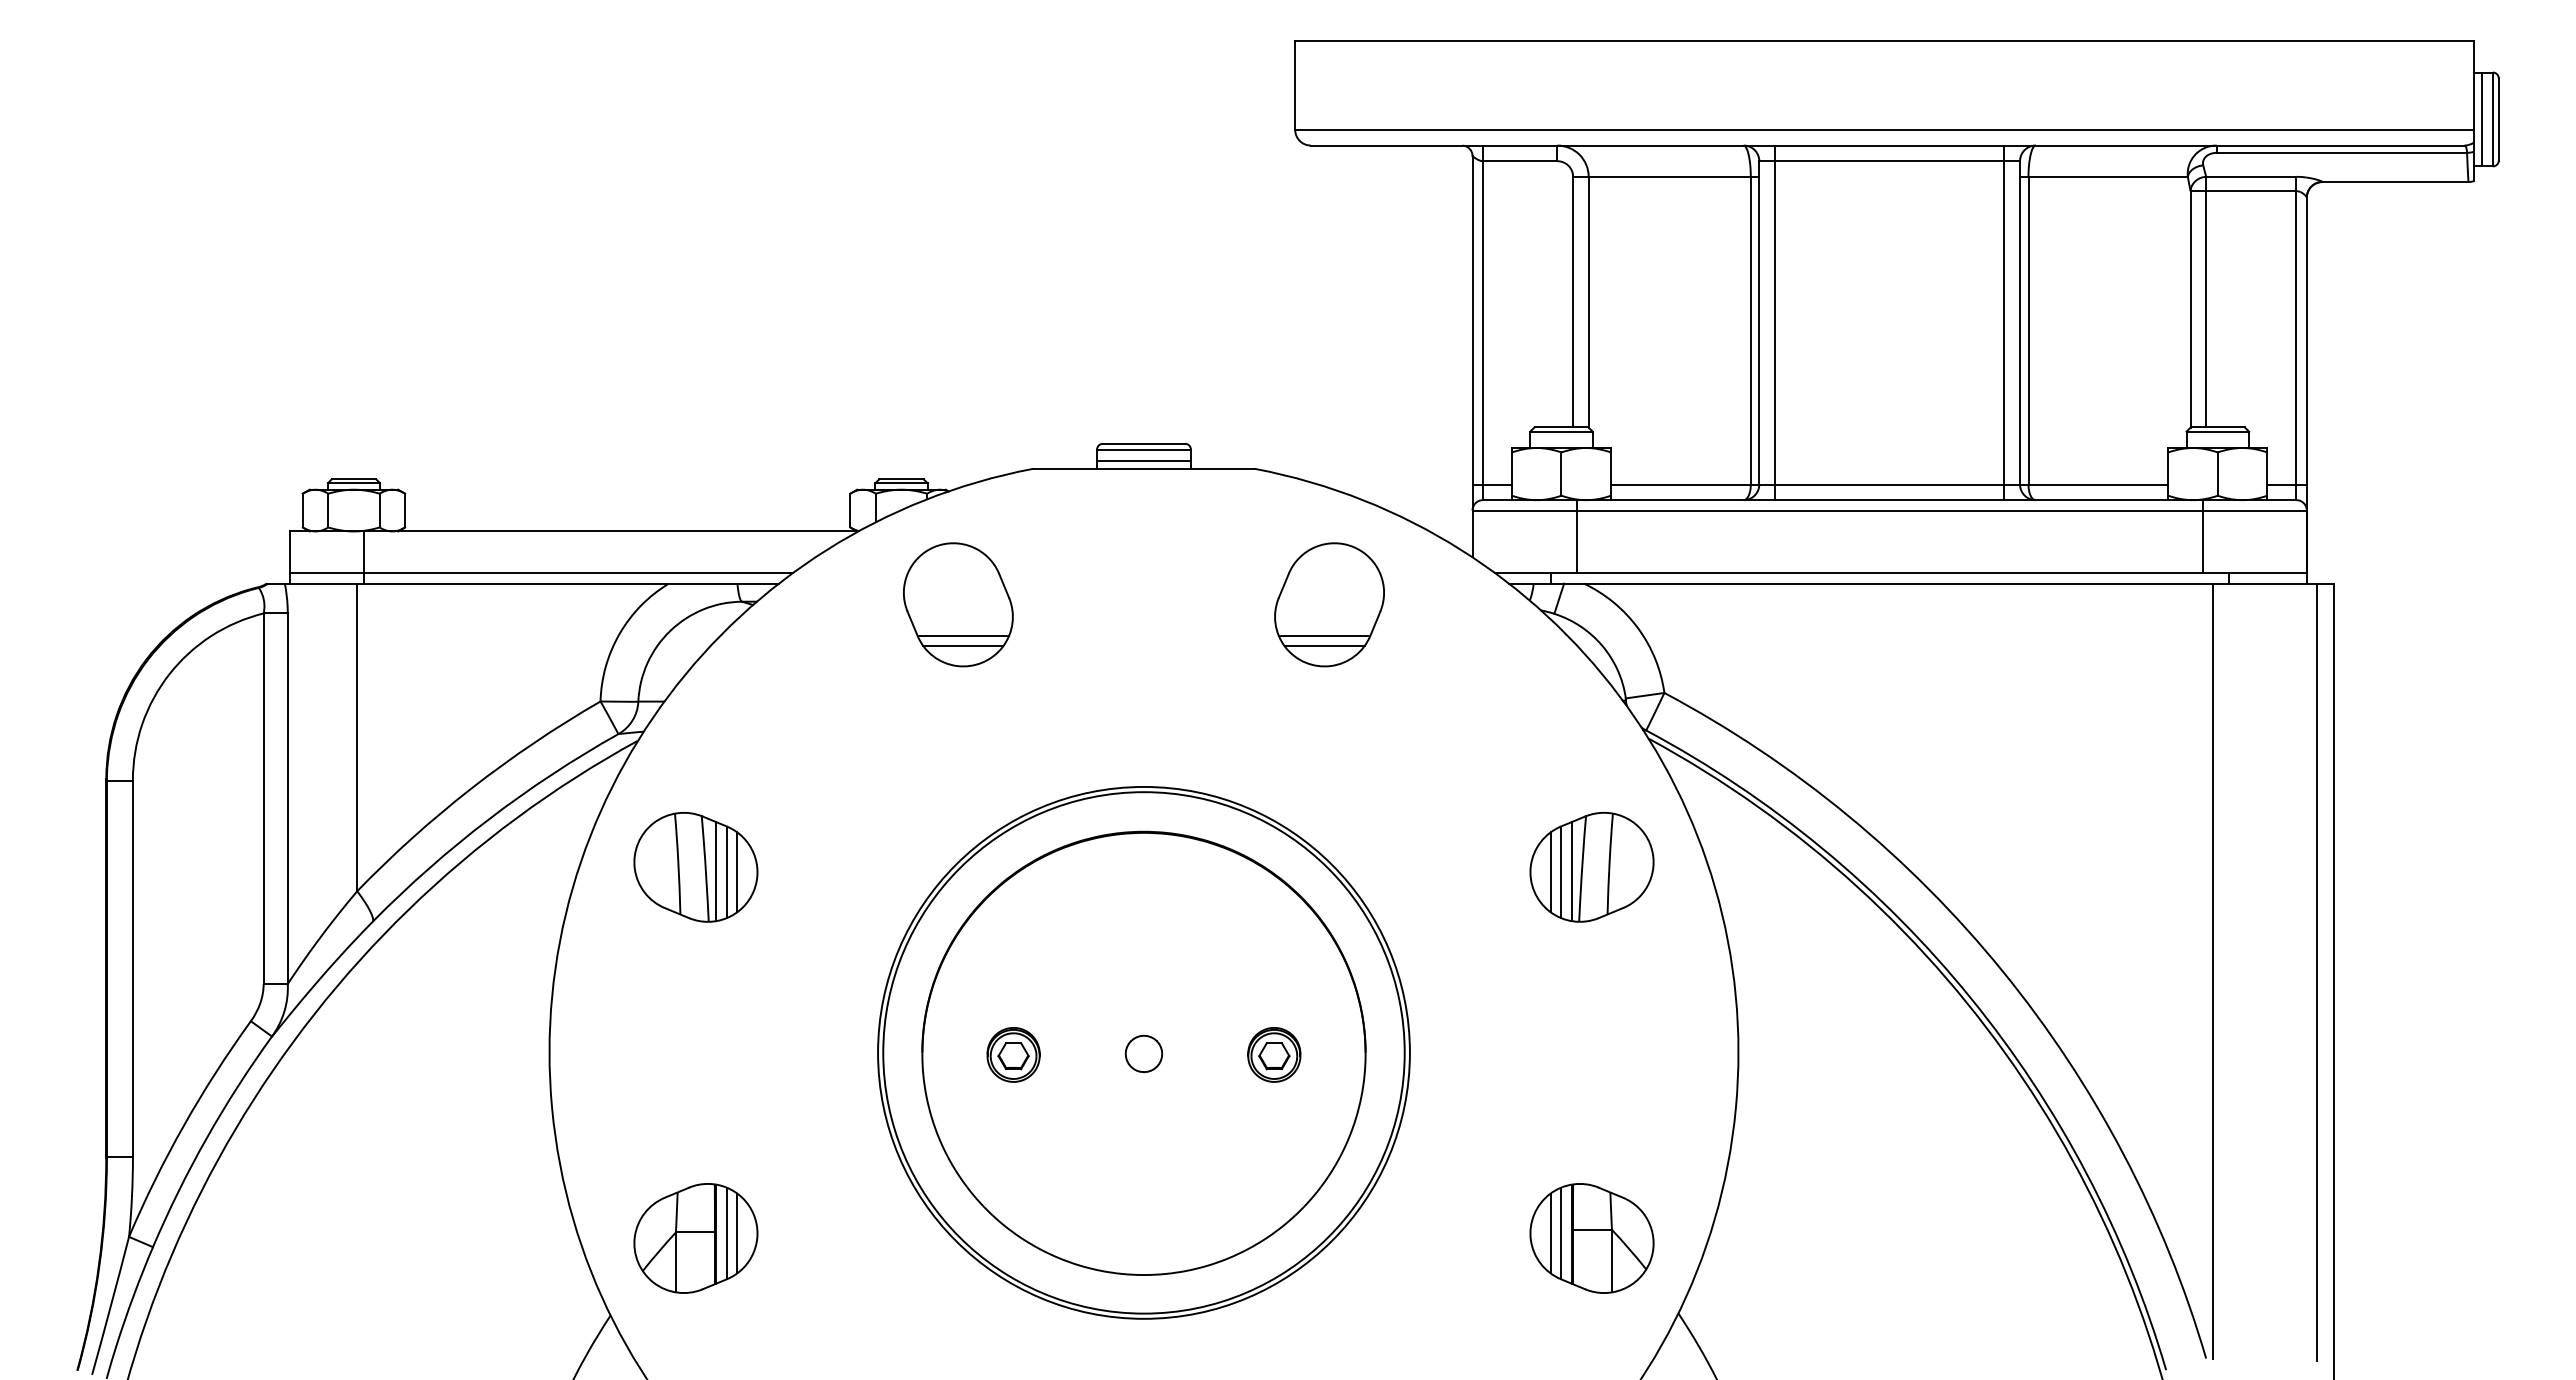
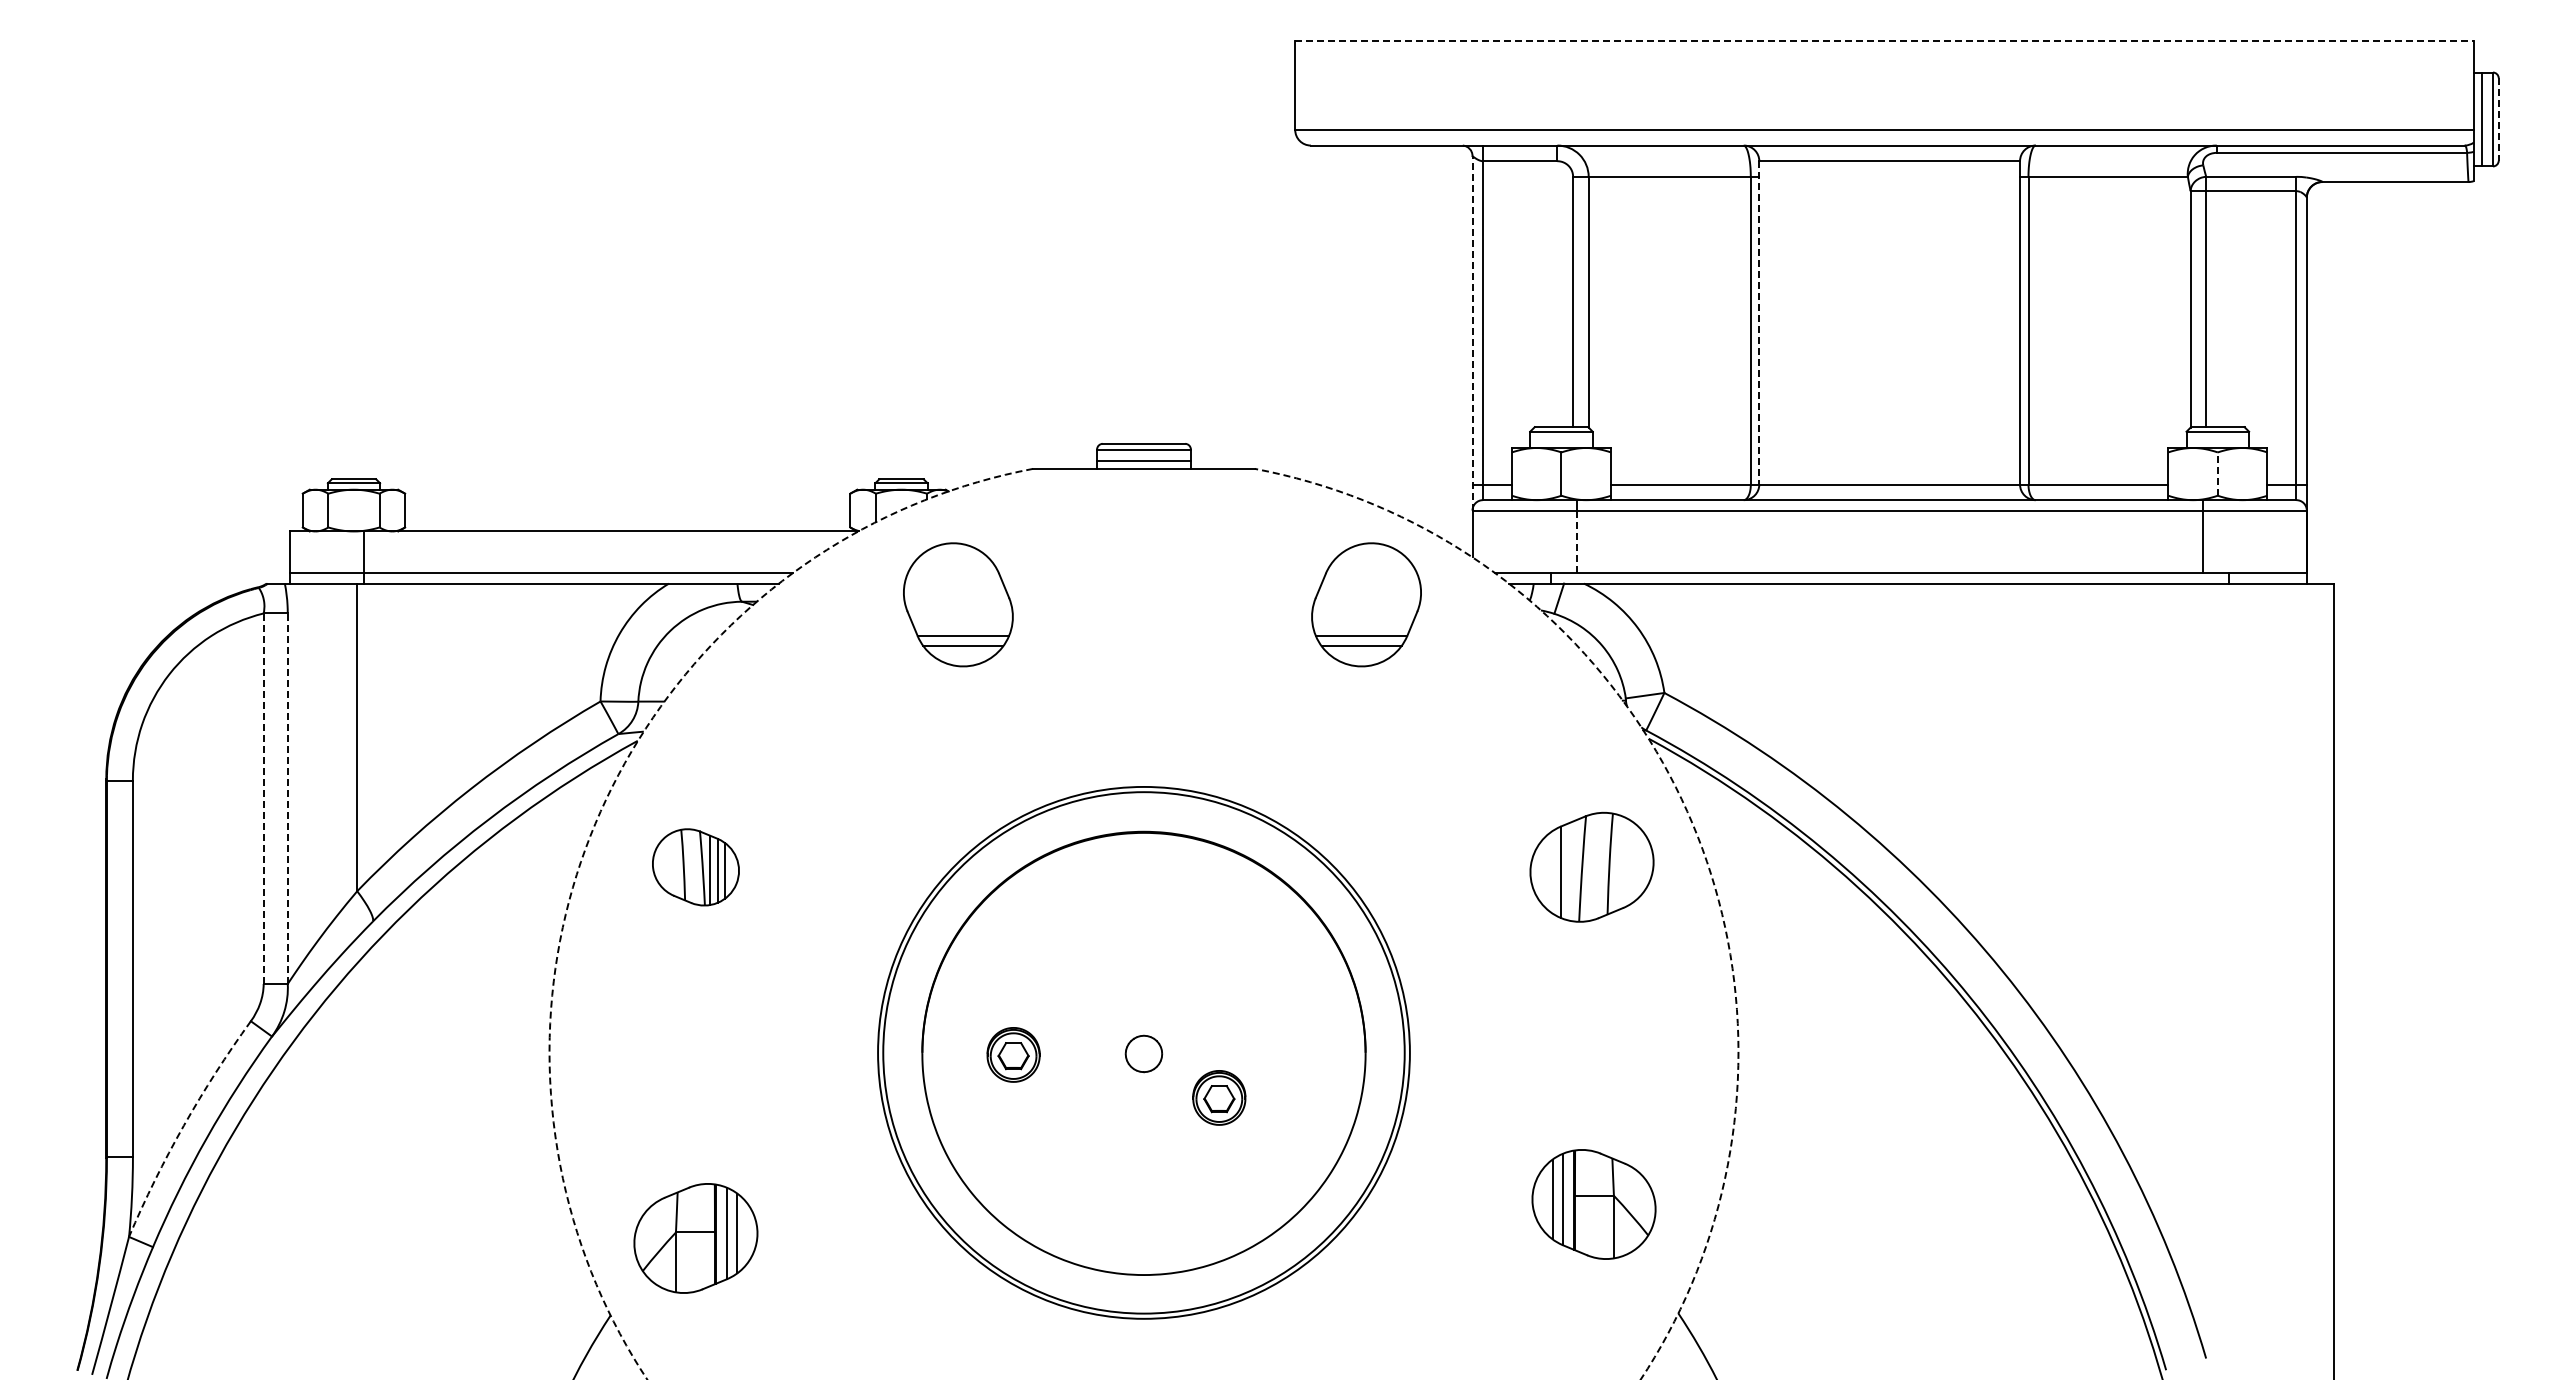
line at (1884, 41): solid -> dashed
line at (2498, 119): solid -> dashed
line at (1759, 322): solid -> dashed
line at (1774, 322): present -> none
line at (2004, 322): present -> none
line at (1472, 332): solid -> dashed
line at (2217, 474): solid -> dashed
line at (1576, 542): solid -> dashed
part at (1329, 604) position: (1329, 604) -> (1366, 604)
line at (263, 798): solid -> dashed
line at (287, 798): solid -> dashed
part at (695, 867) size: 126x111 px -> 88x79 px
line at (1571, 871): present -> none
line at (1550, 872): present -> none
line at (2212, 970): present -> none
line at (2317, 971): present -> none
part at (1274, 1054) position: (1274, 1054) -> (1219, 1097)
arc at (183, 1125): solid -> dashed
part at (1591, 1238) position: (1591, 1238) -> (1593, 1204)
arc at (1640, 1379): solid -> dashed
